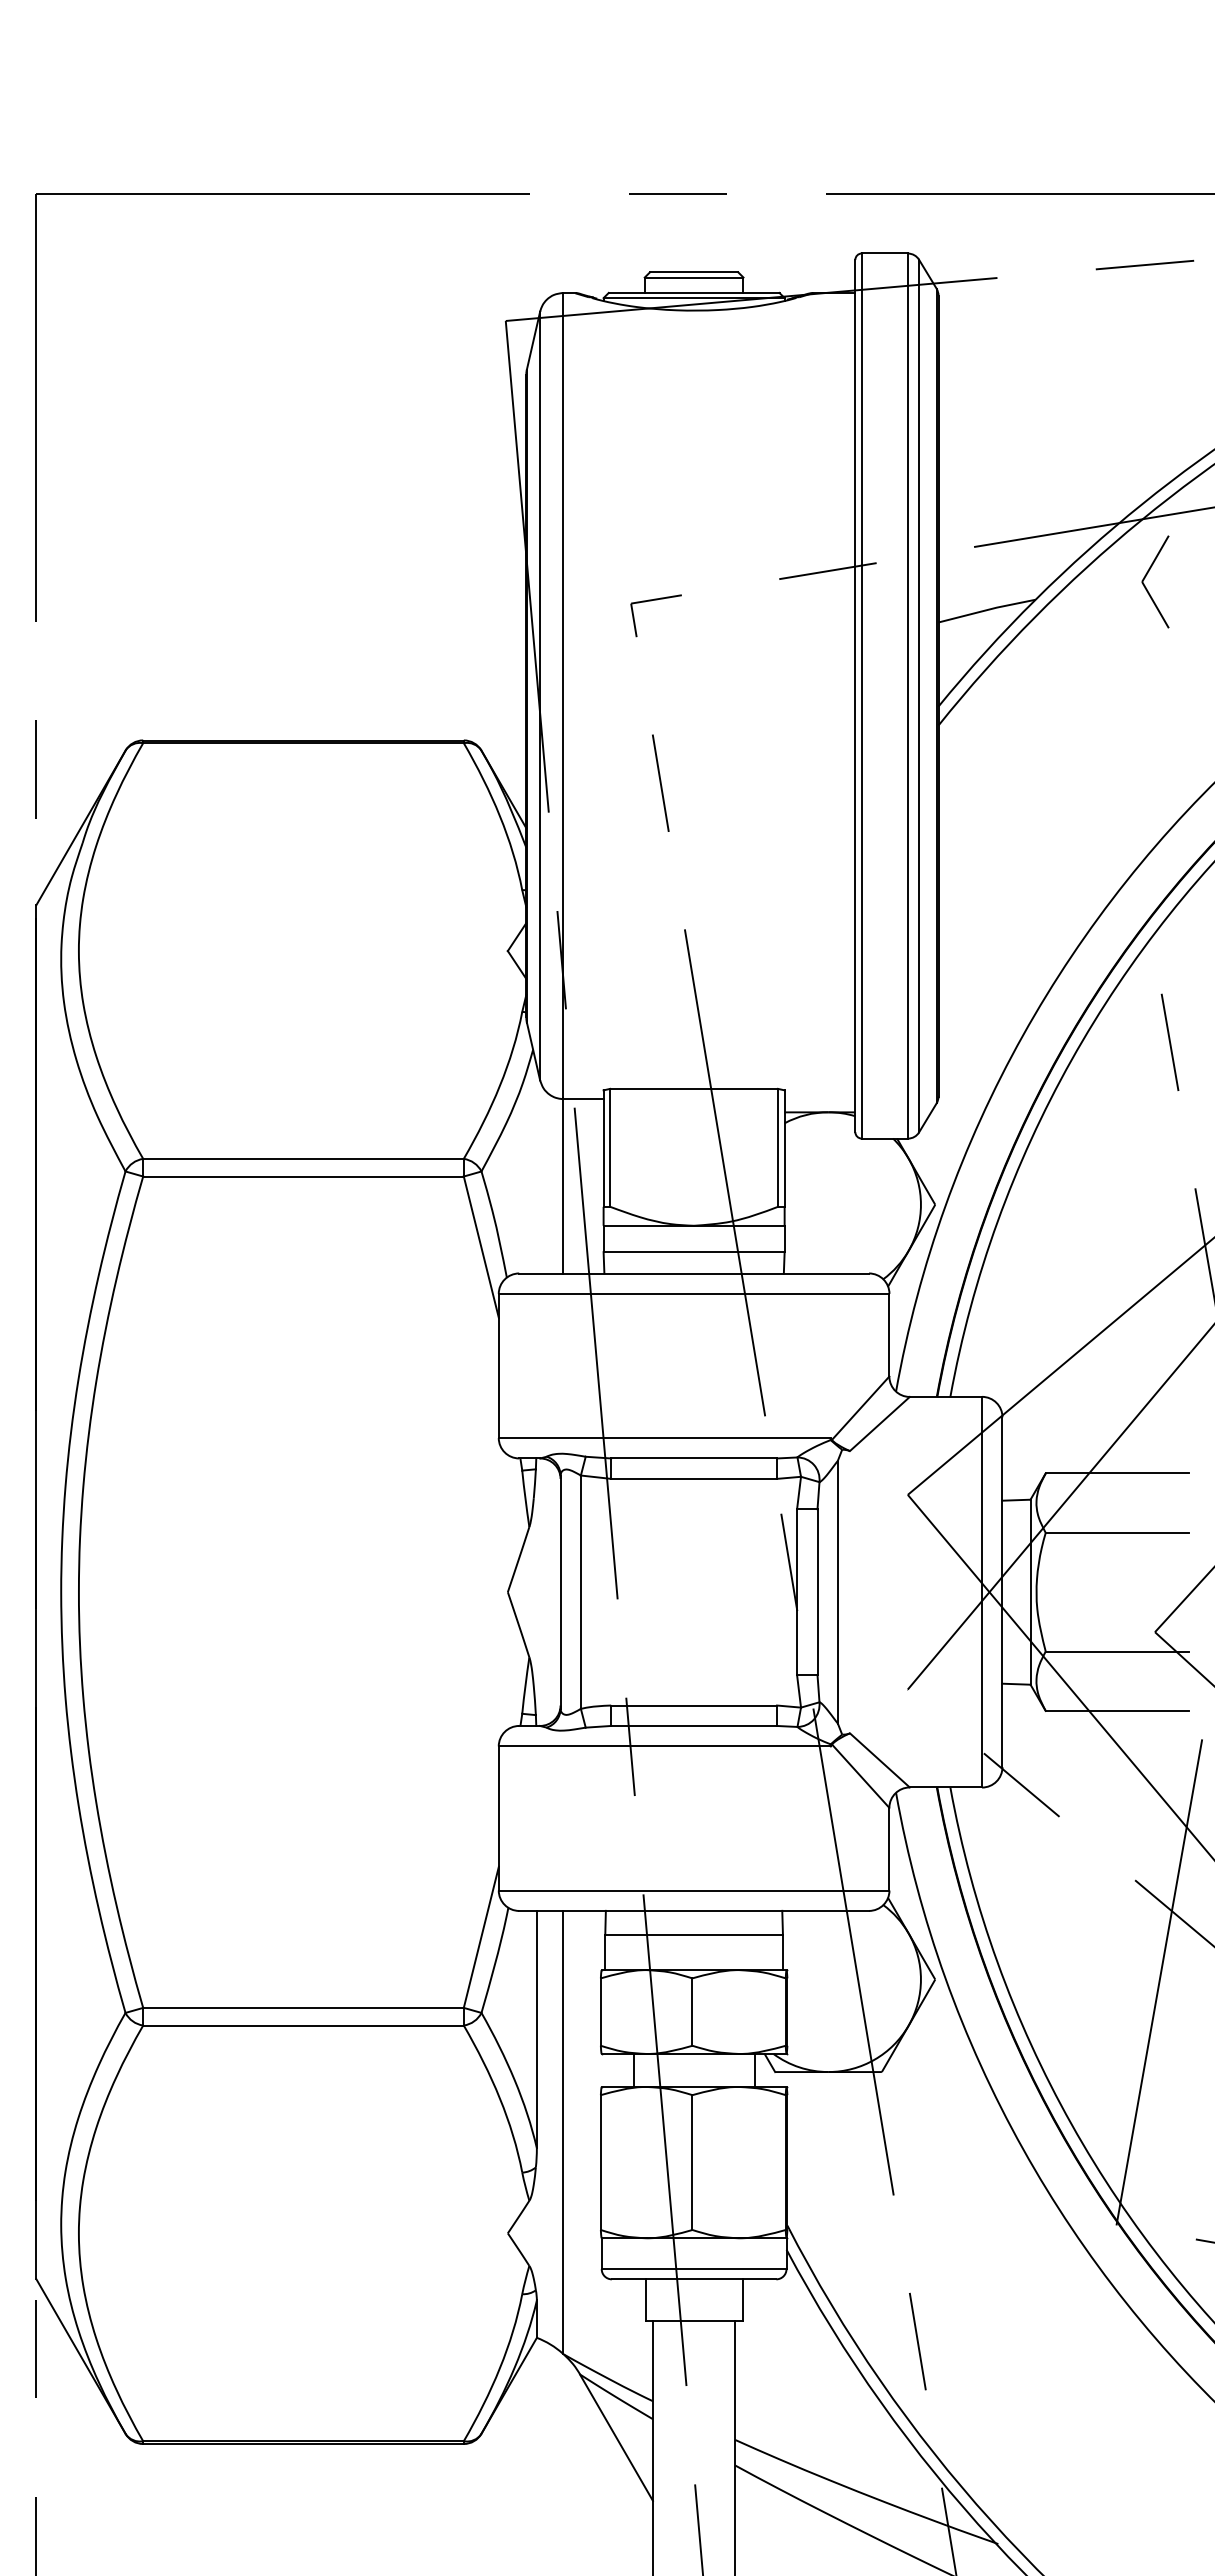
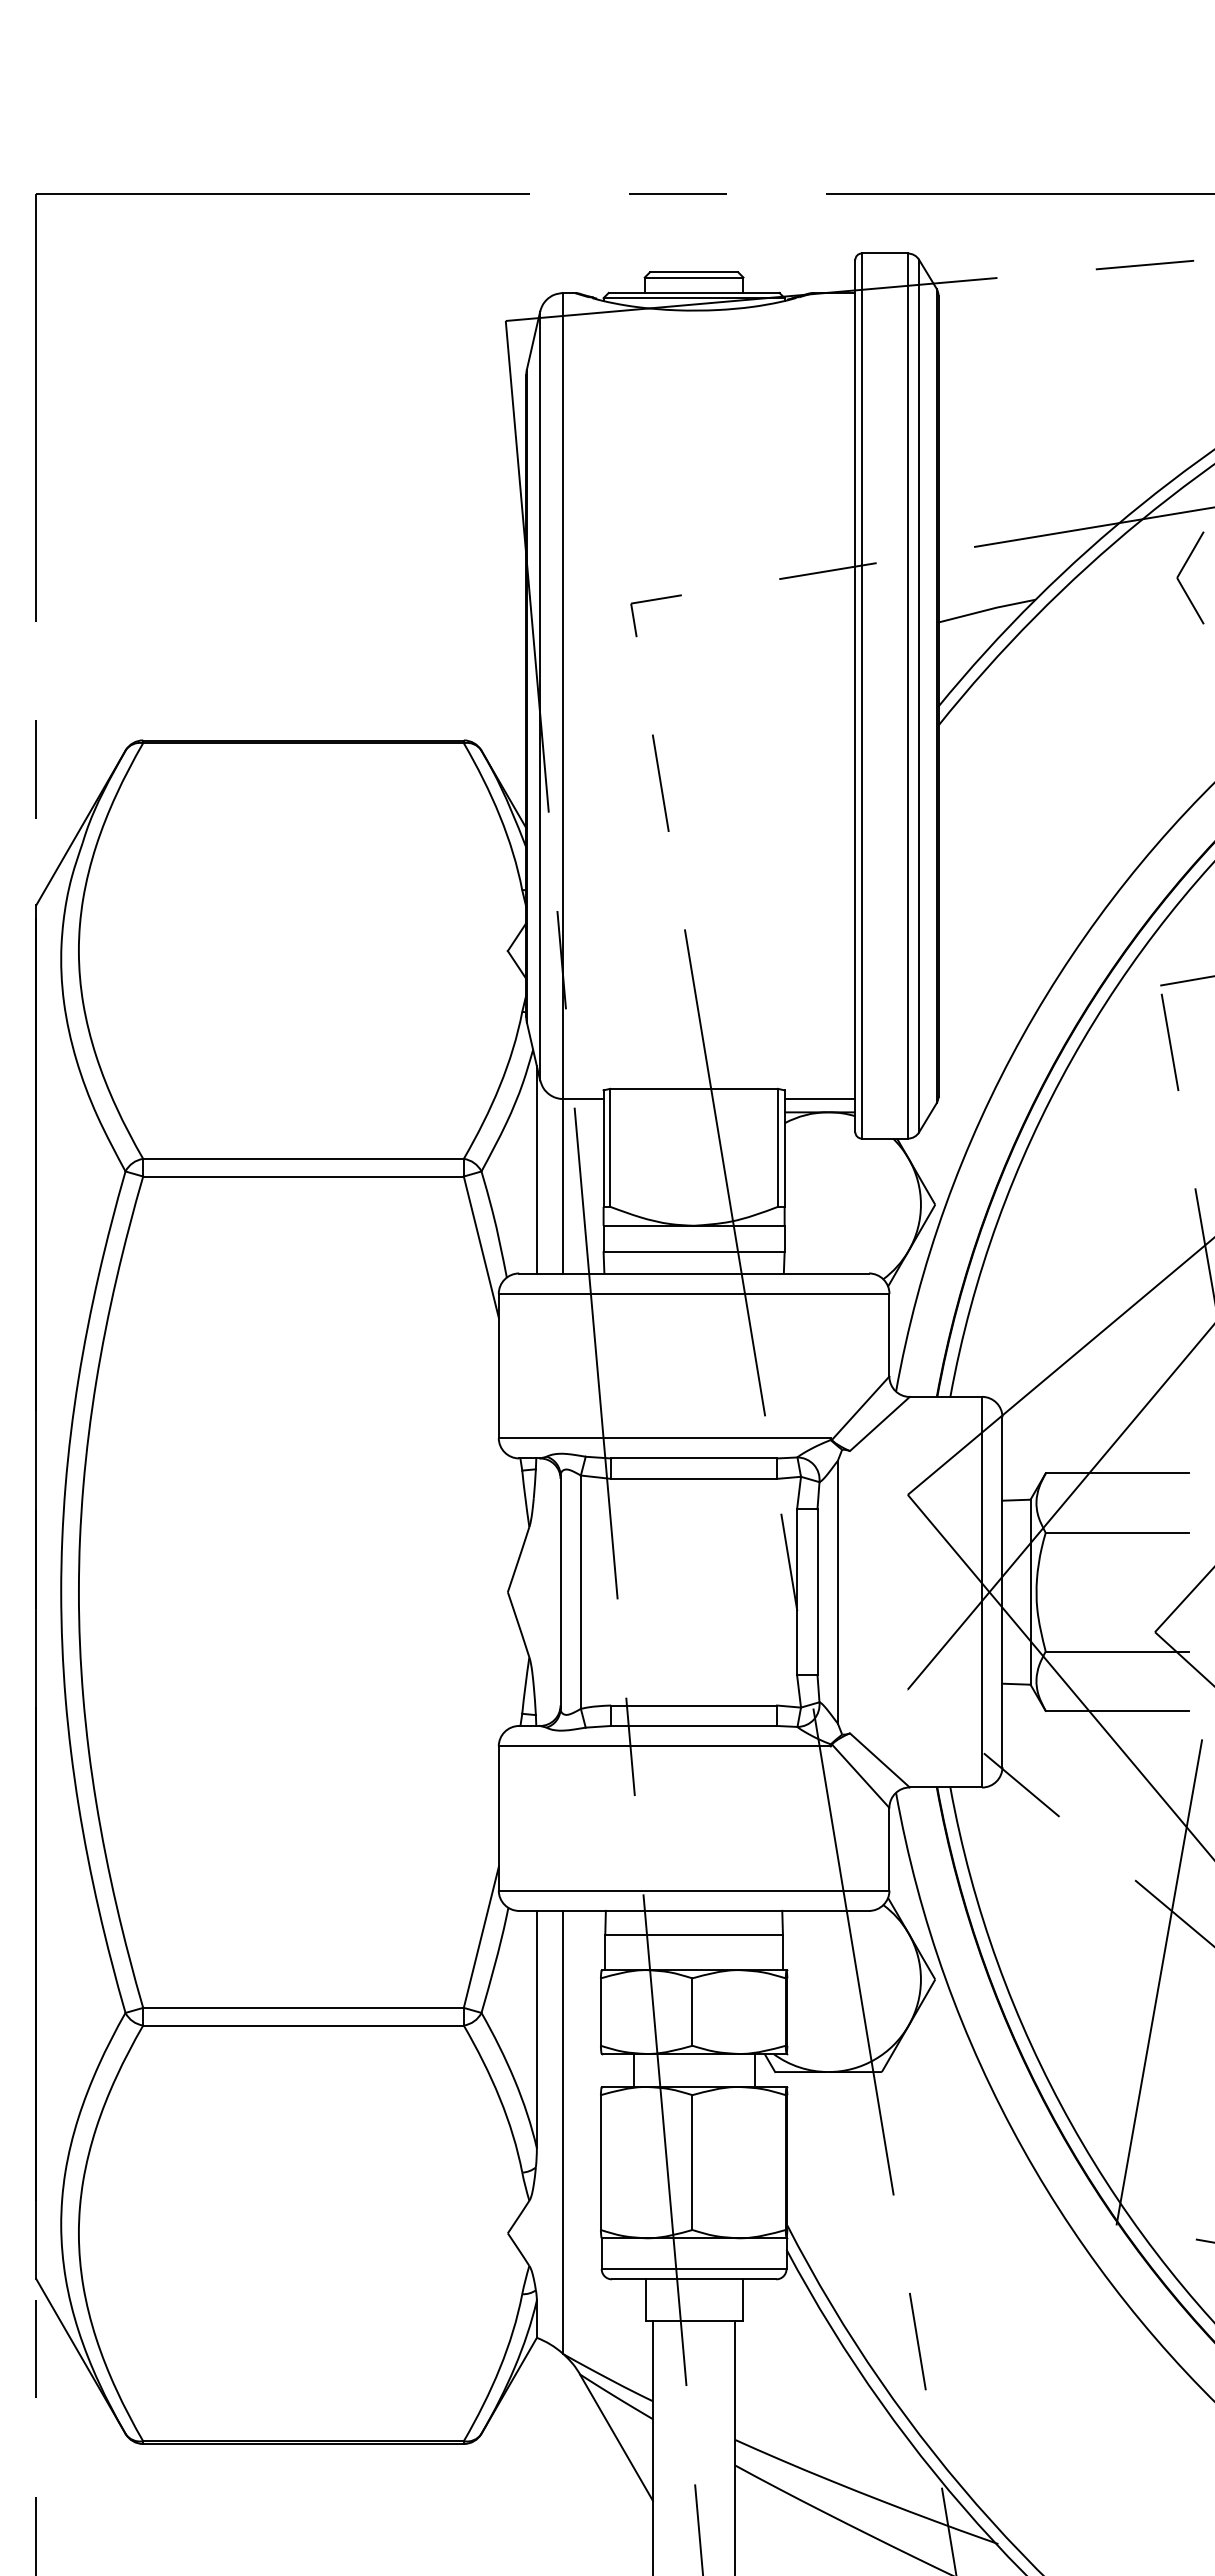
part at (1146, 576) position: (1146, 576) -> (1181, 572)
line at (1185, 980): none -> present
line at (819, 1099): none -> present
line at (536, 1169): none -> present
